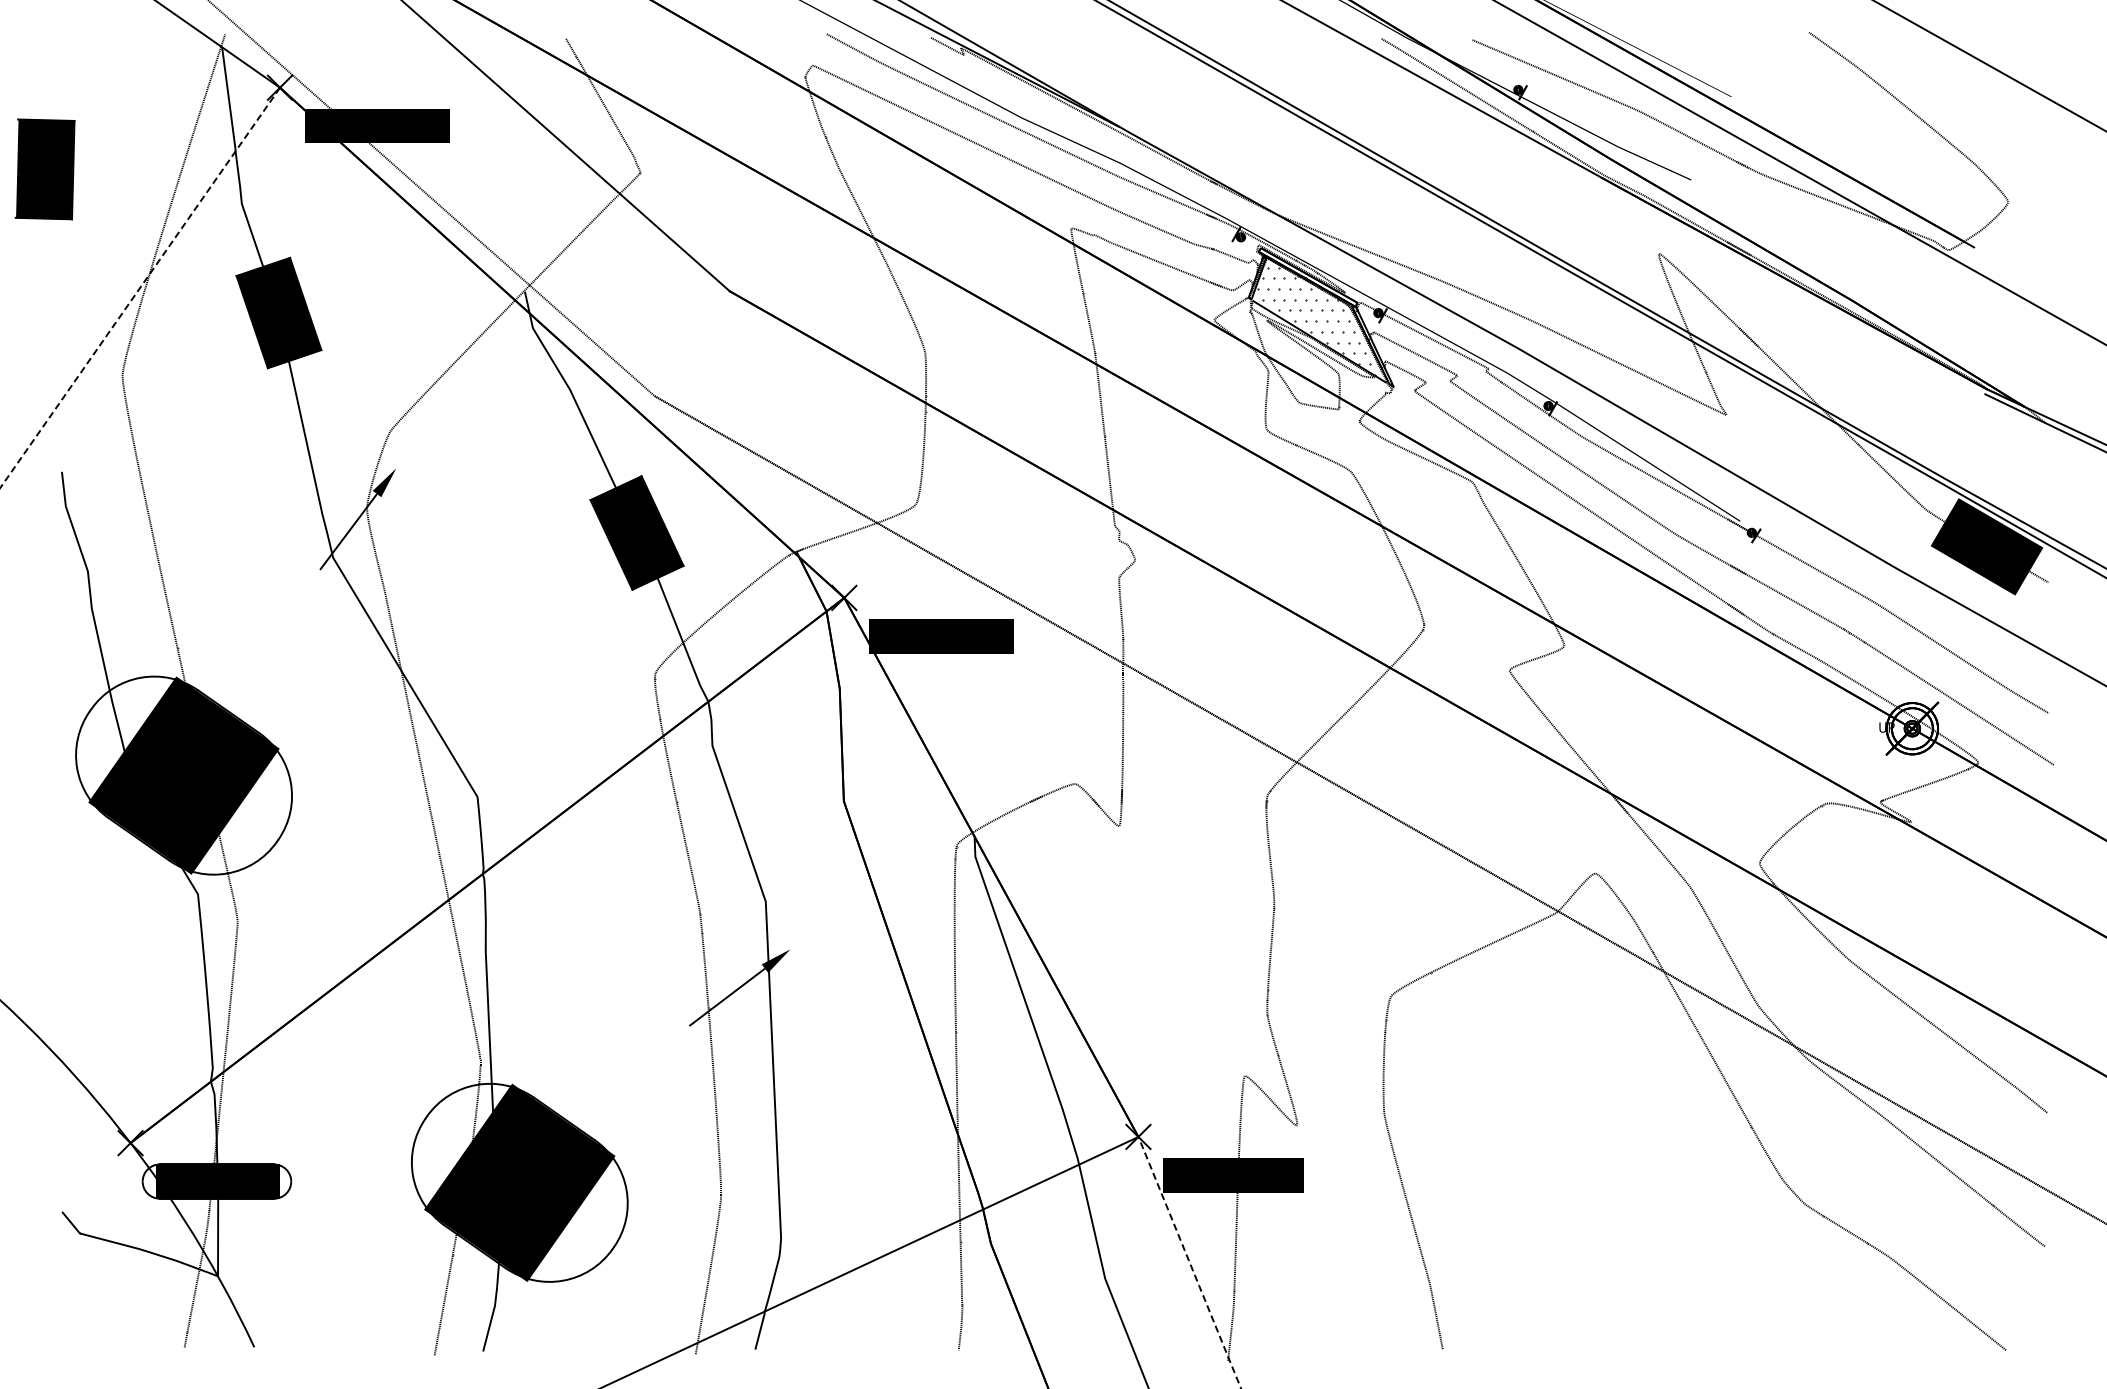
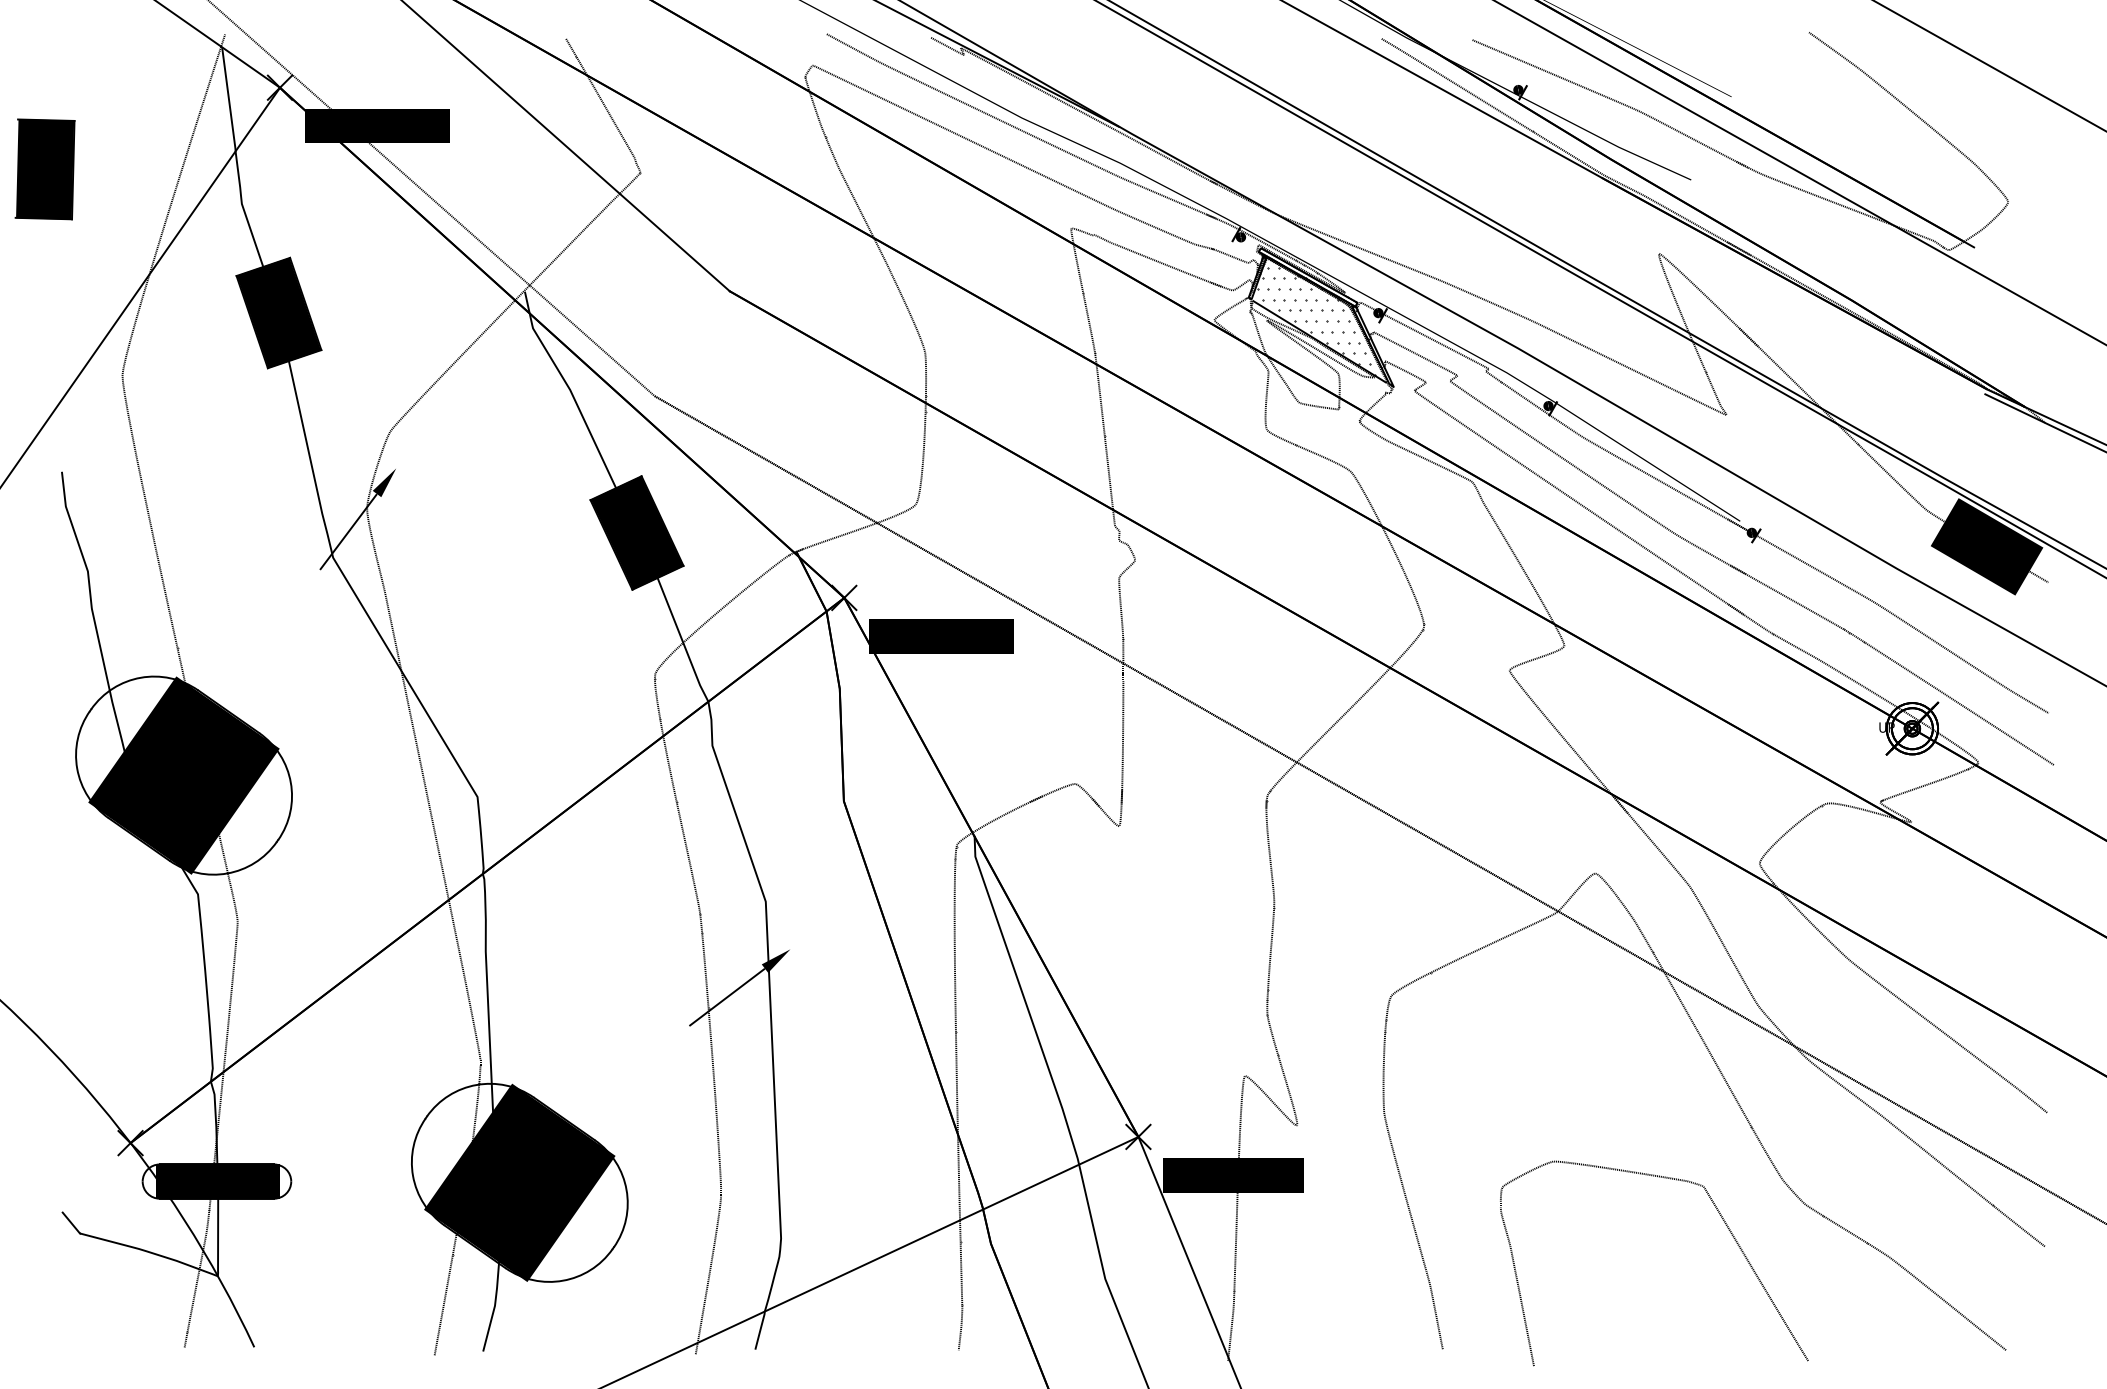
line at (139, 288): dashed -> solid
curve at (1725, 1225): none -> present
line at (1189, 1262): dashed -> solid
